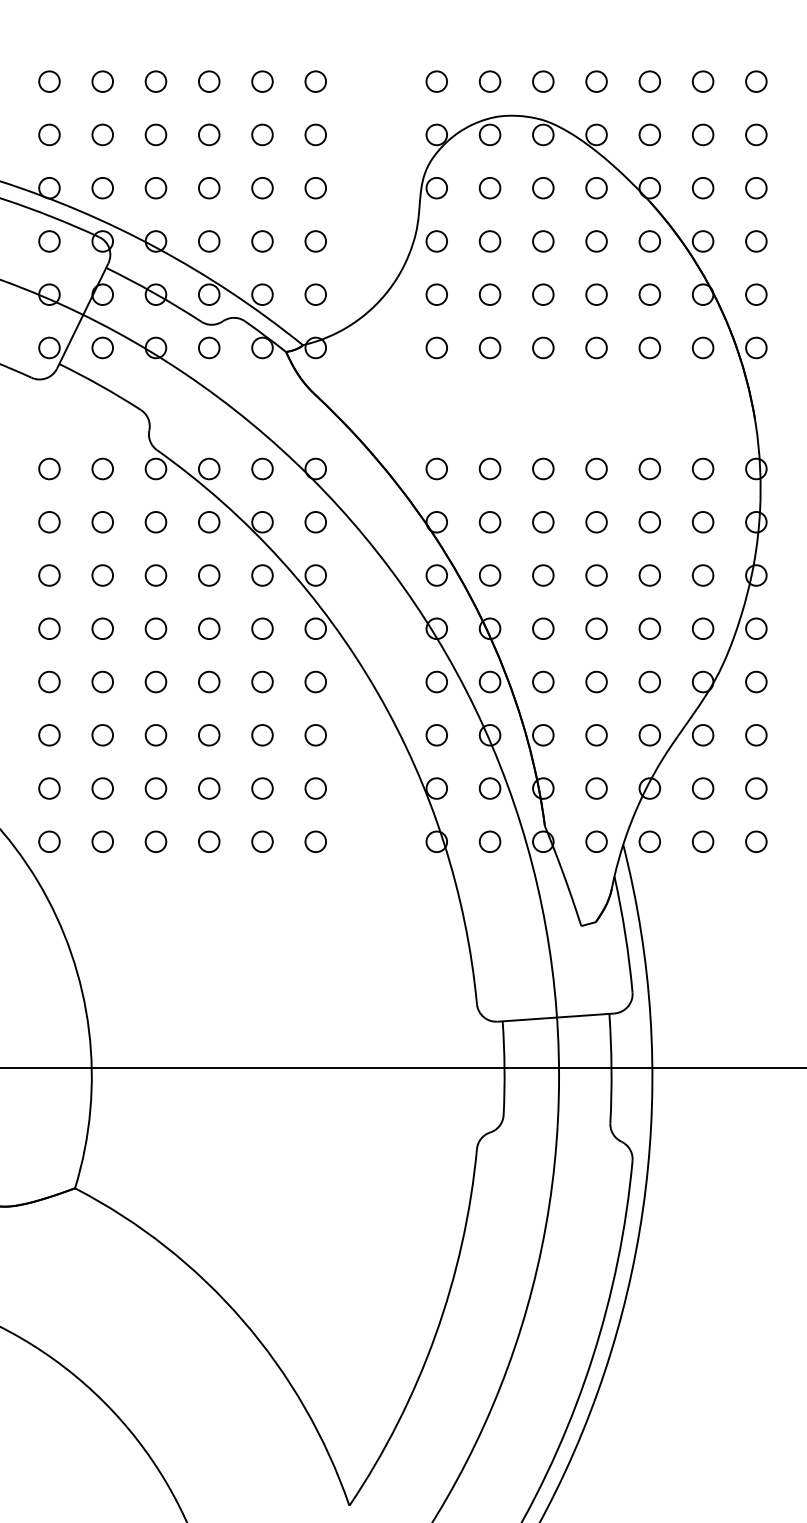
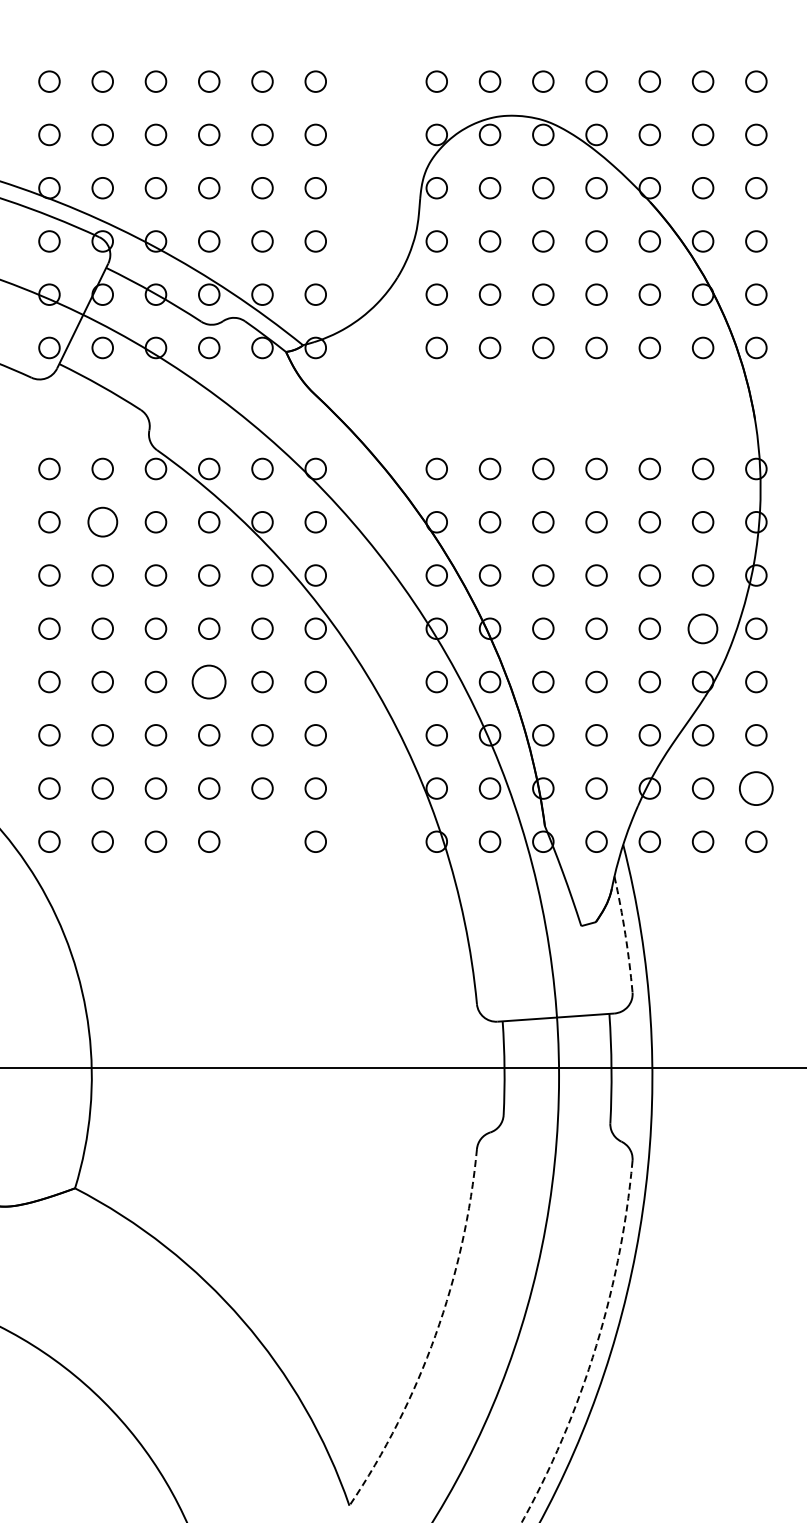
circle at (102, 522) size: 23x23 px -> 32x32 px
circle at (703, 628) size: 23x23 px -> 32x32 px
circle at (209, 681) size: 23x24 px -> 36x36 px
circle at (756, 788) size: 23x23 px -> 35x35 px
circle at (262, 841): present -> none
arc at (625, 934): solid -> dashed
arc at (435, 1335): solid -> dashed
arc at (596, 1346): solid -> dashed
